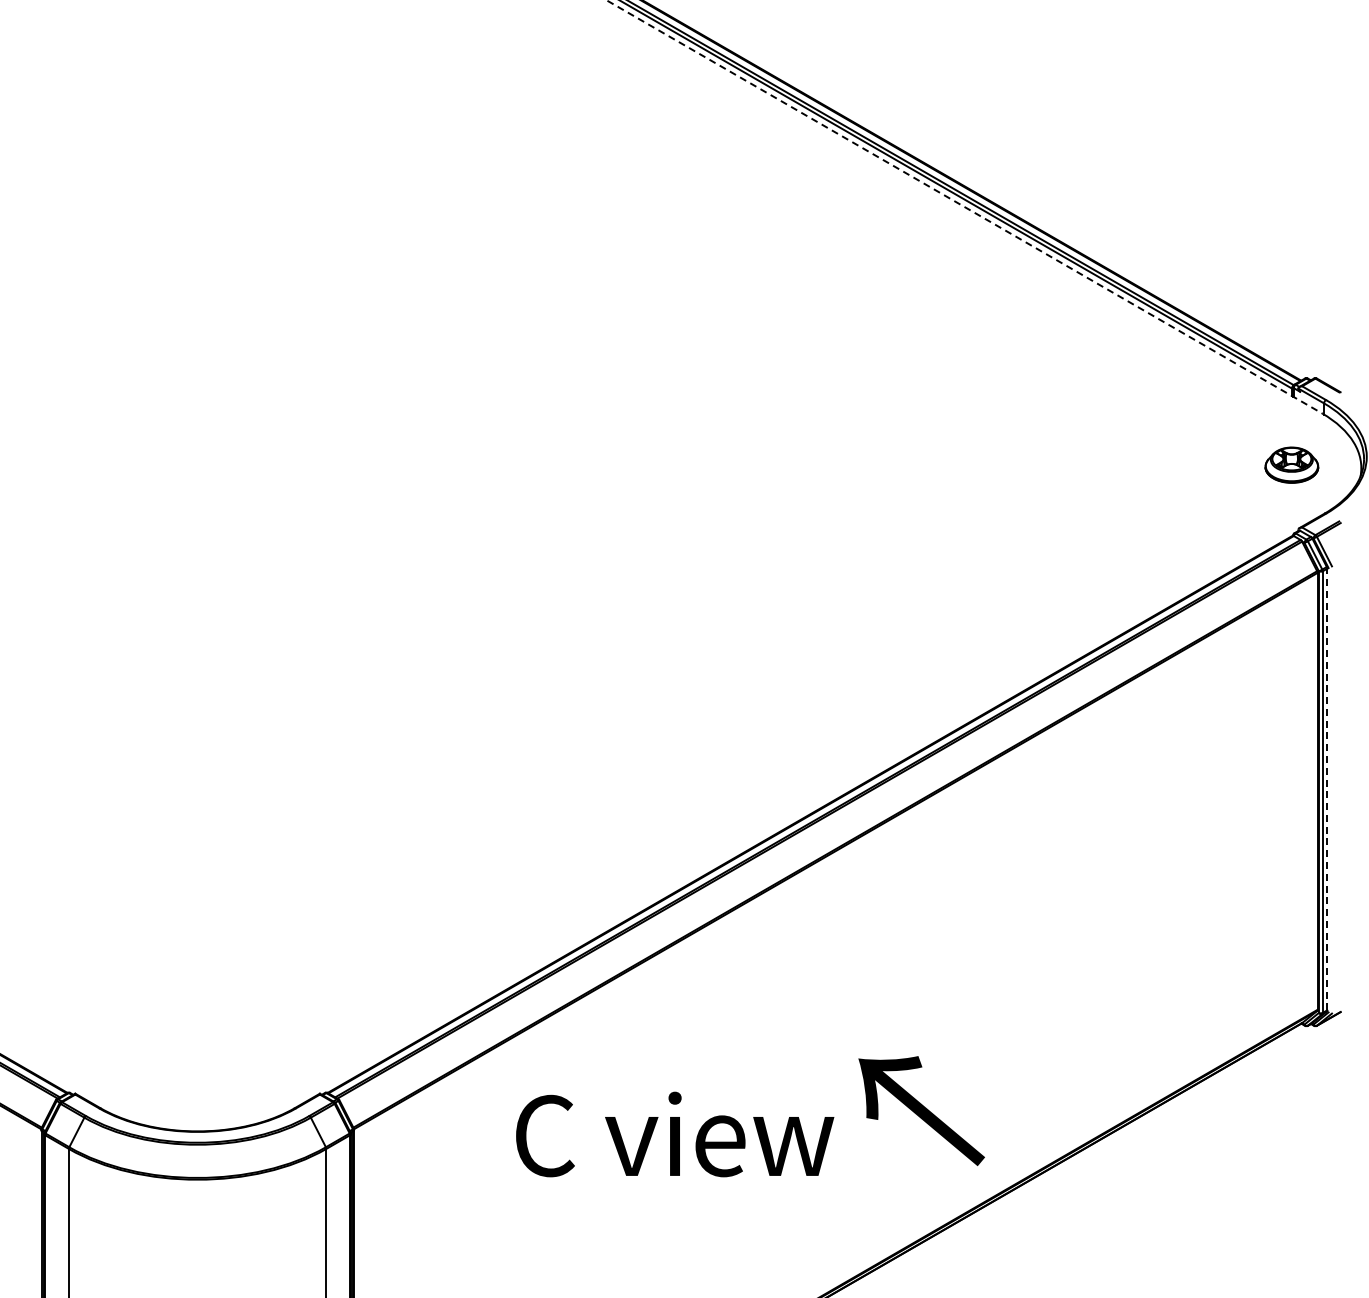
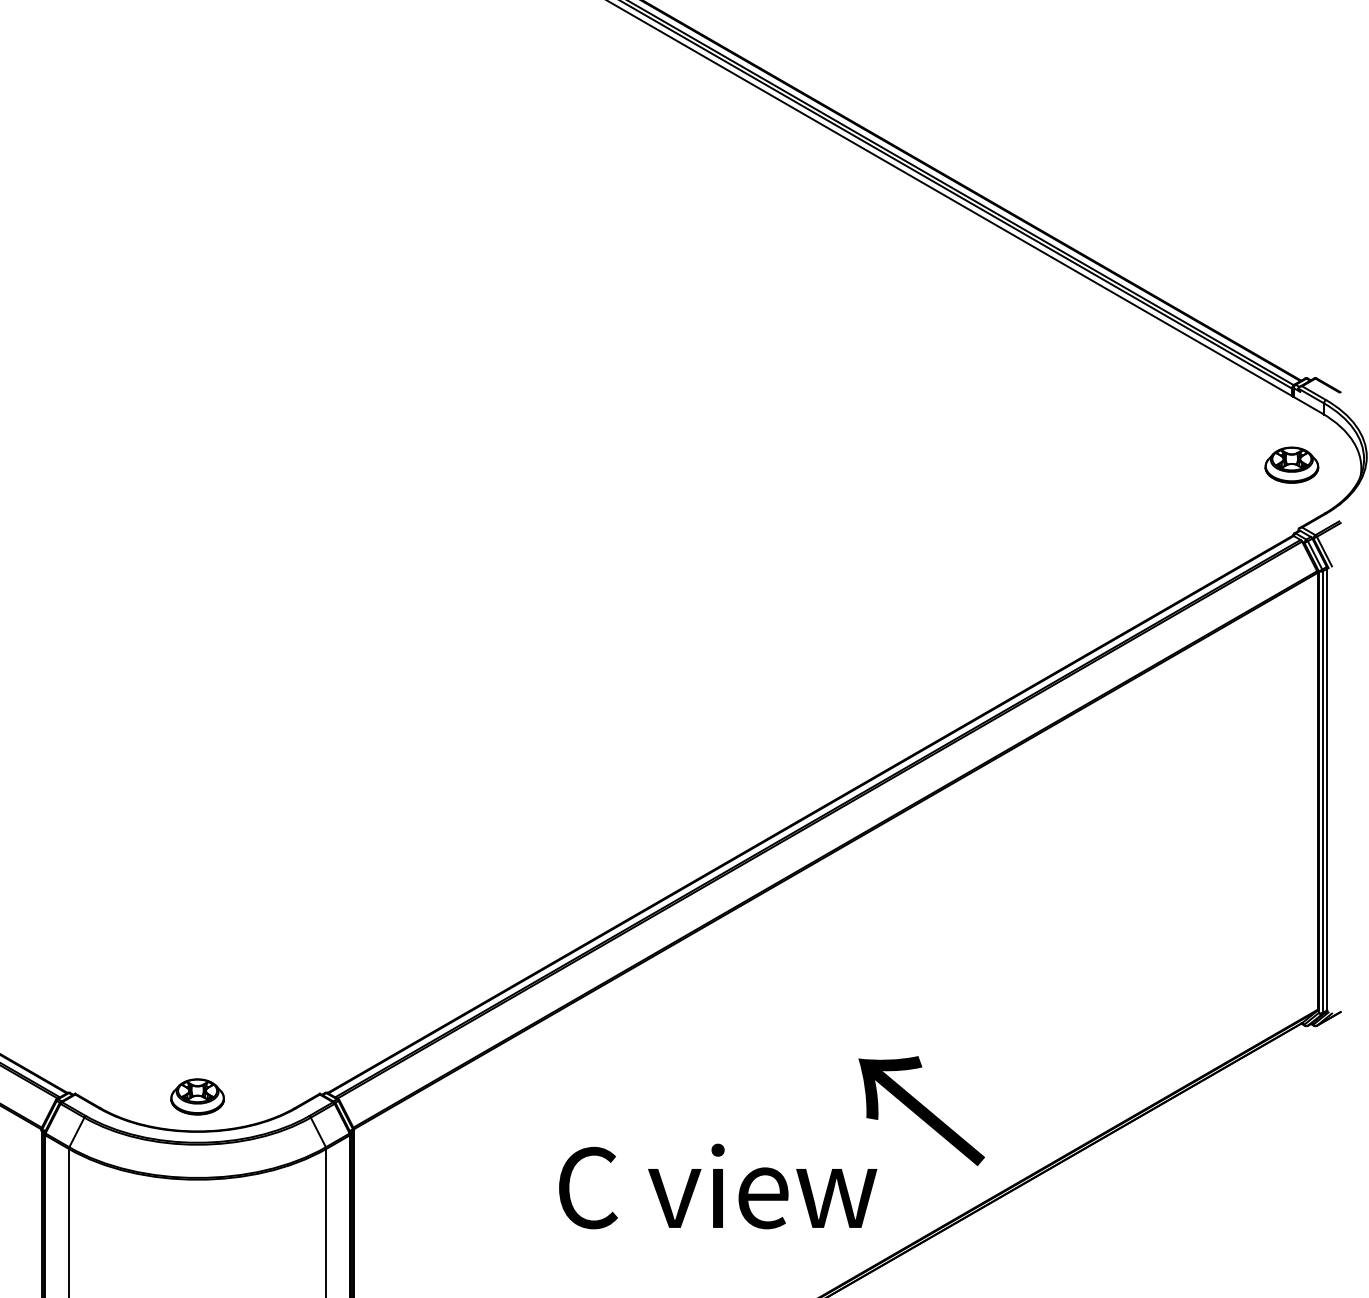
line at (964, 206): dashed -> solid
line at (1327, 789): dashed -> solid
part at (197, 1096): none -> present
text at (675, 1134) position: (675, 1134) -> (718, 1186)
